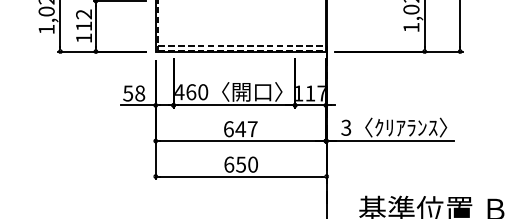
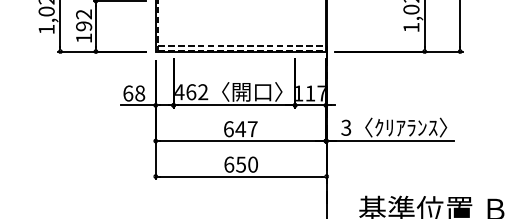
text at (84, 26): 112 -> 192
text at (203, 92): 460 -> 462
text at (128, 93): 58 -> 68
